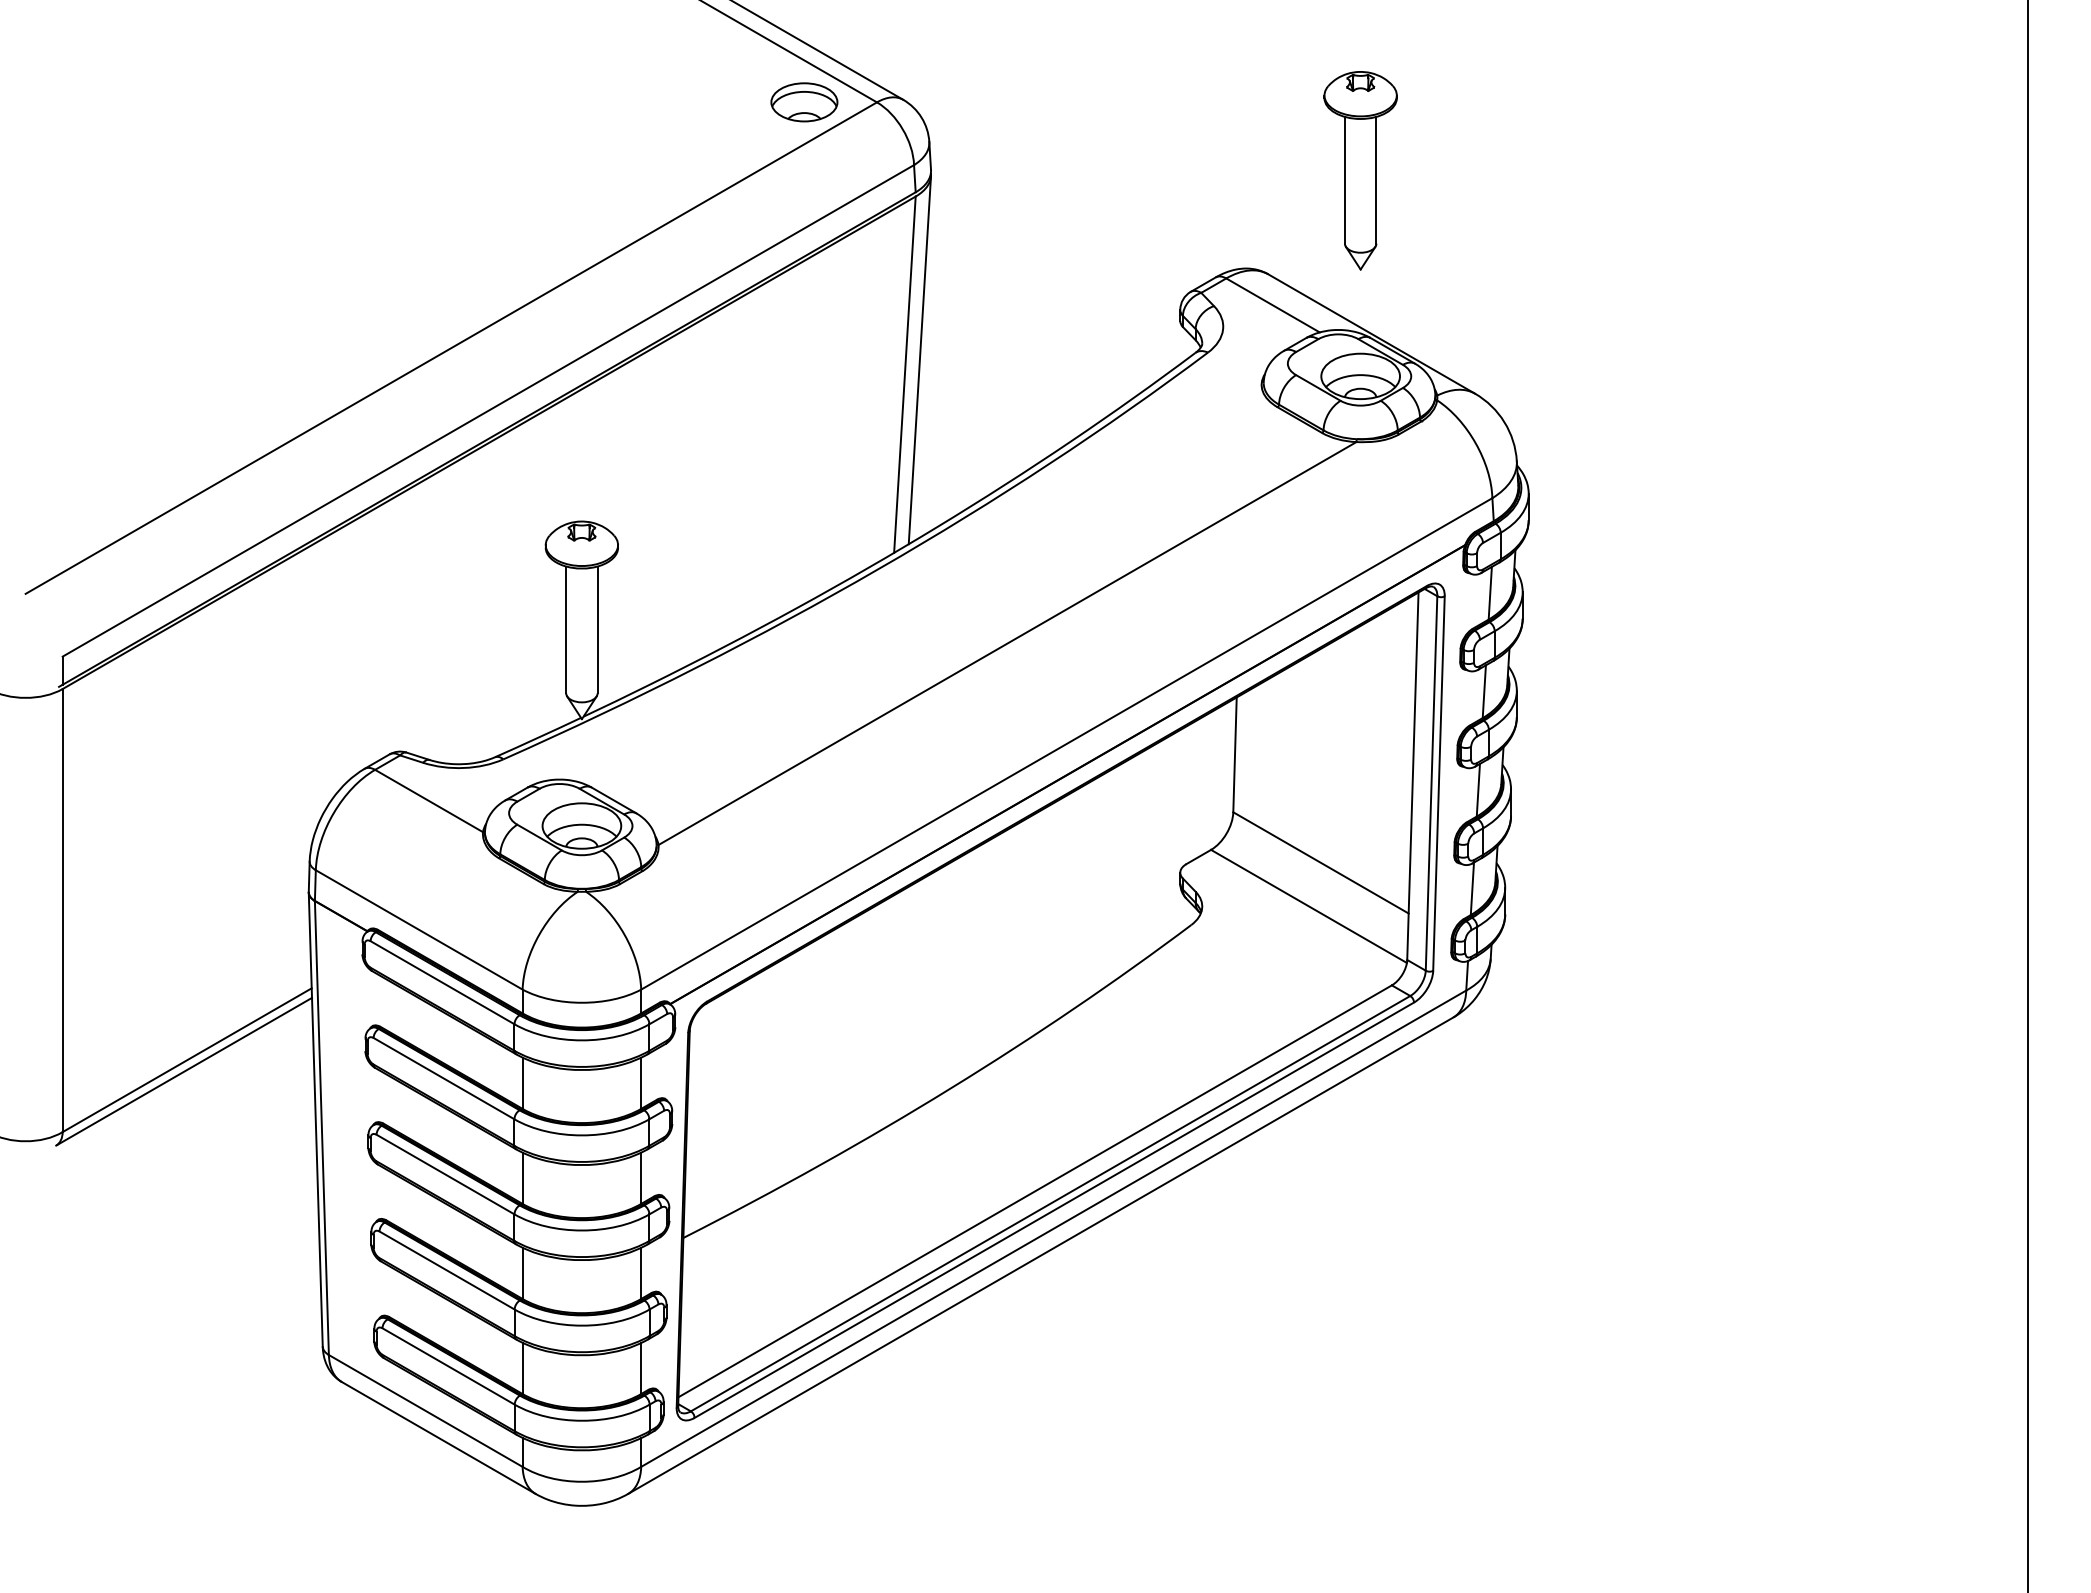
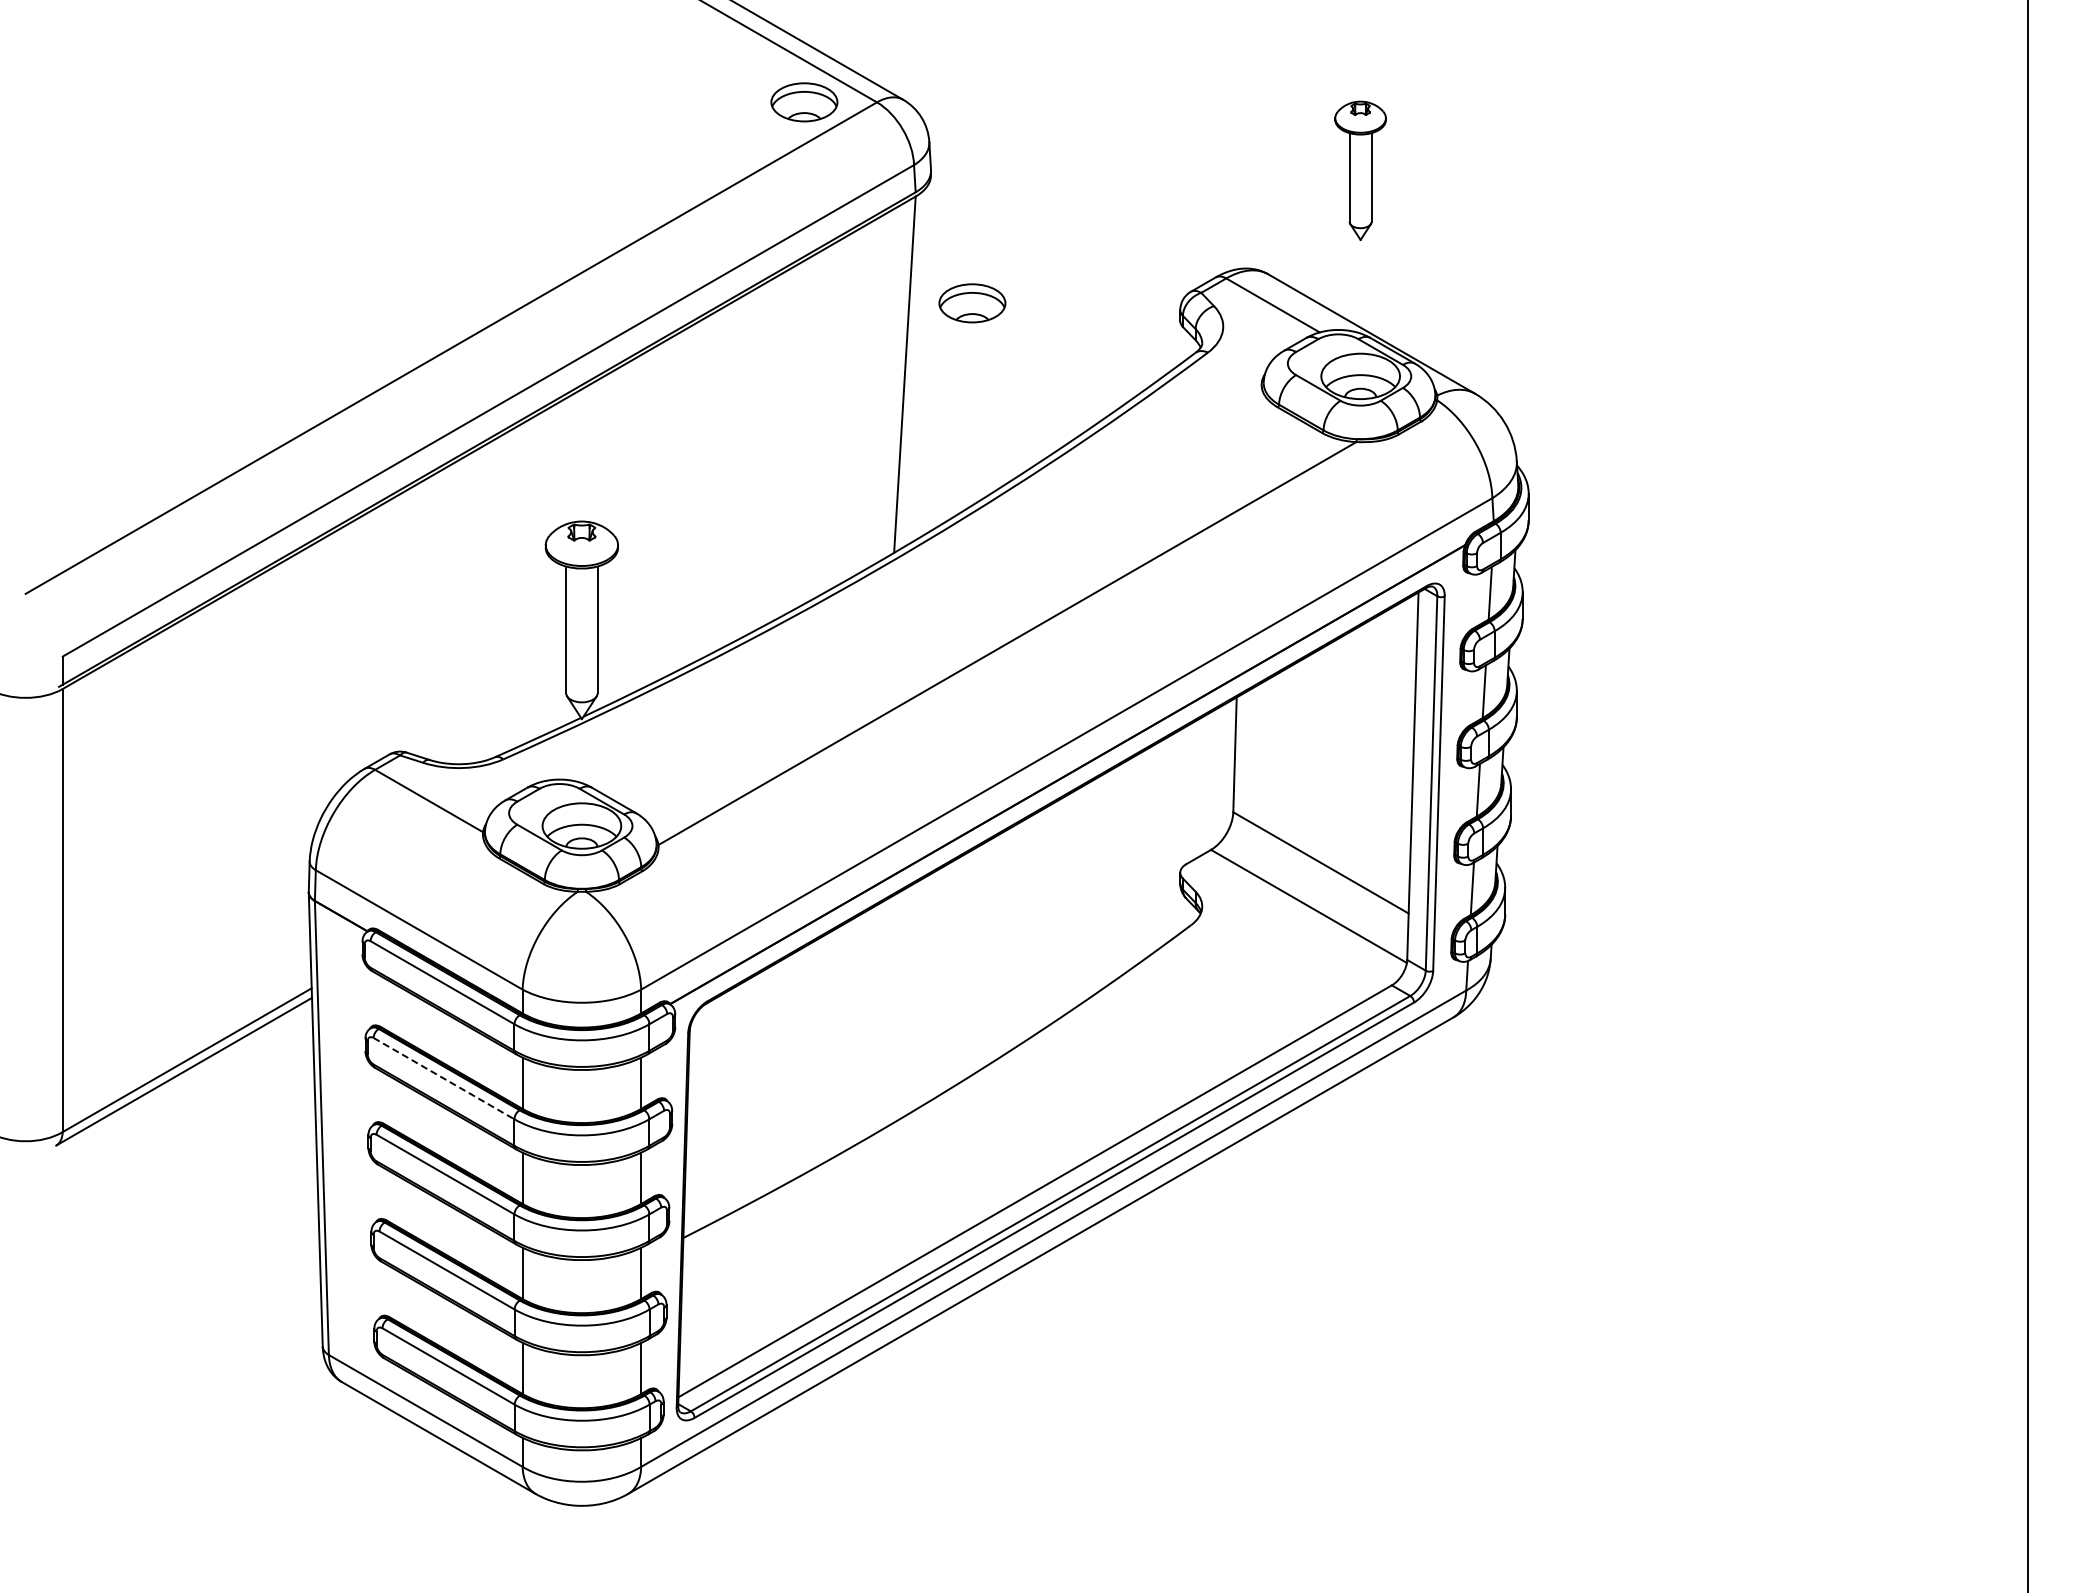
part at (1360, 170) size: 75x200 px -> 53x141 px
part at (972, 303): none -> present
line at (919, 360): present -> none
line at (444, 1078): solid -> dashed
